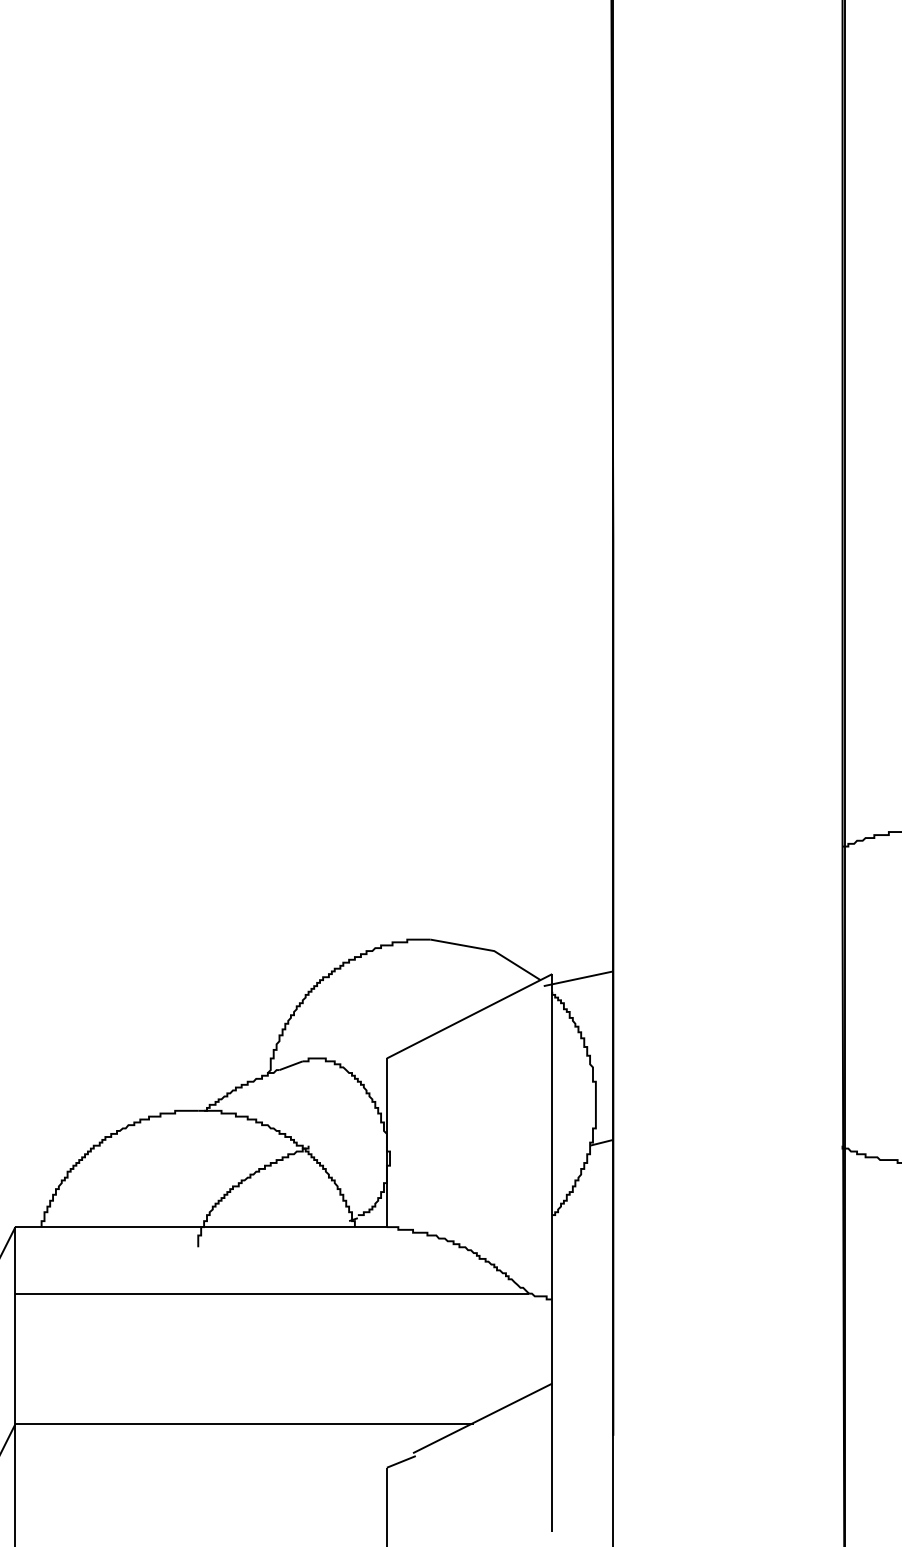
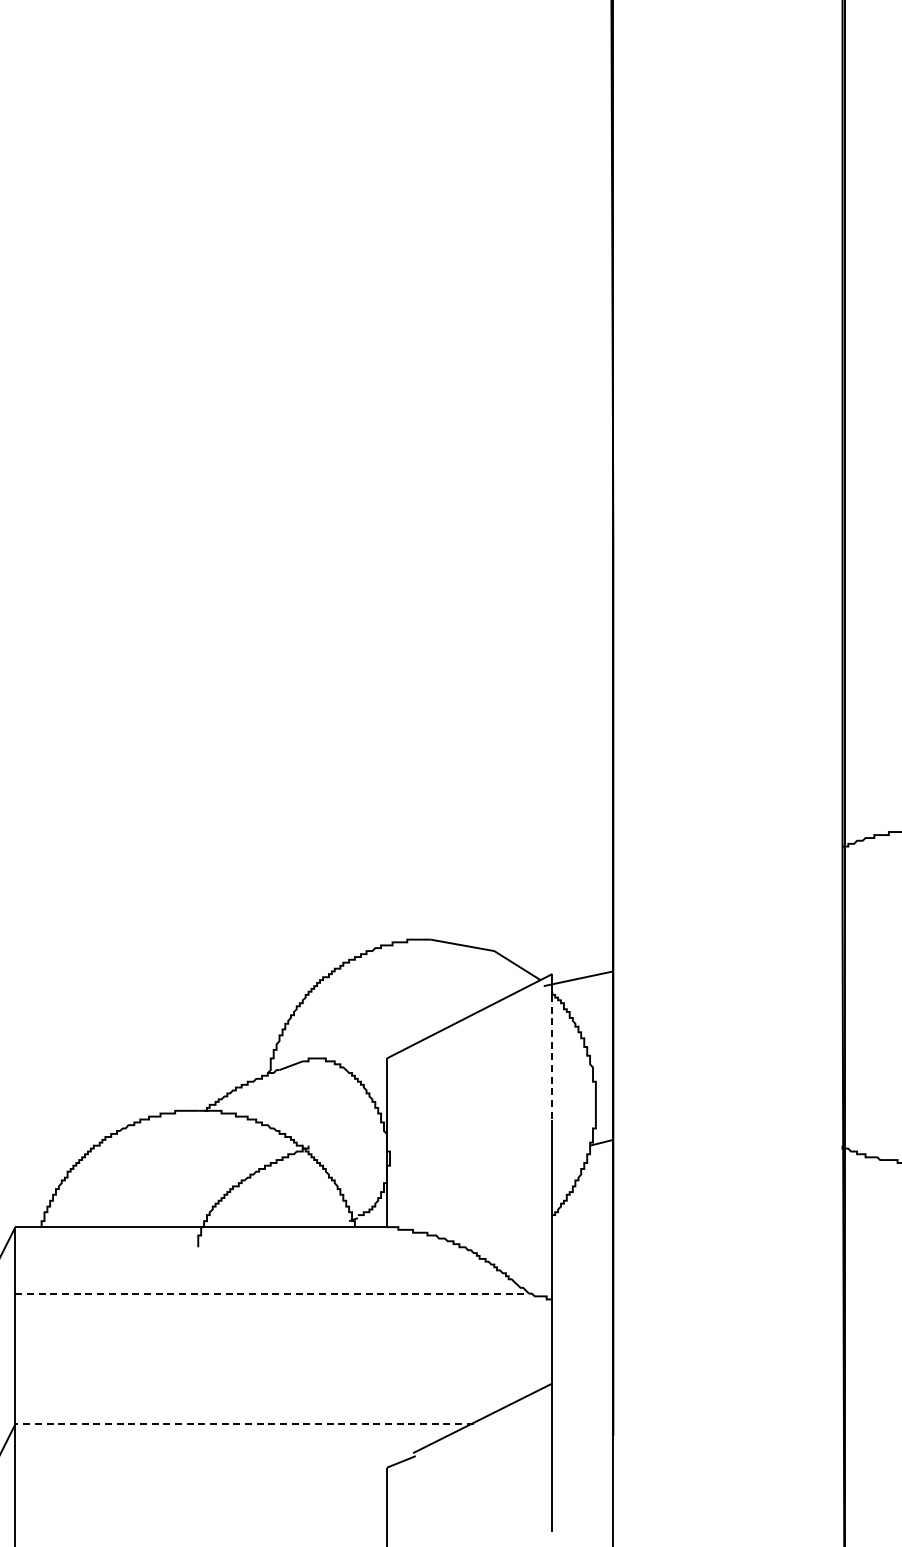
line at (552, 1057): solid -> dashed
line at (272, 1293): solid -> dashed
line at (244, 1424): solid -> dashed
